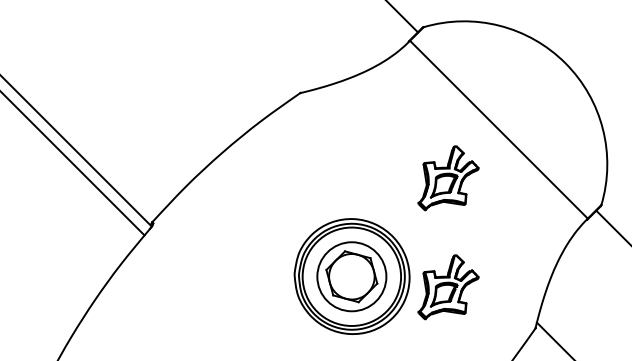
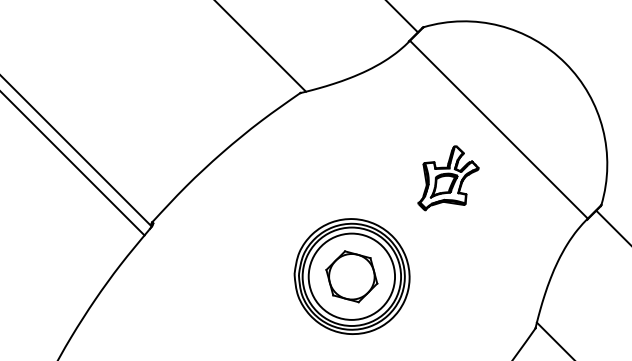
line at (261, 46): none -> present
circle at (351, 276) diameter: 69 px -> 86 px
part at (448, 287): present -> none
